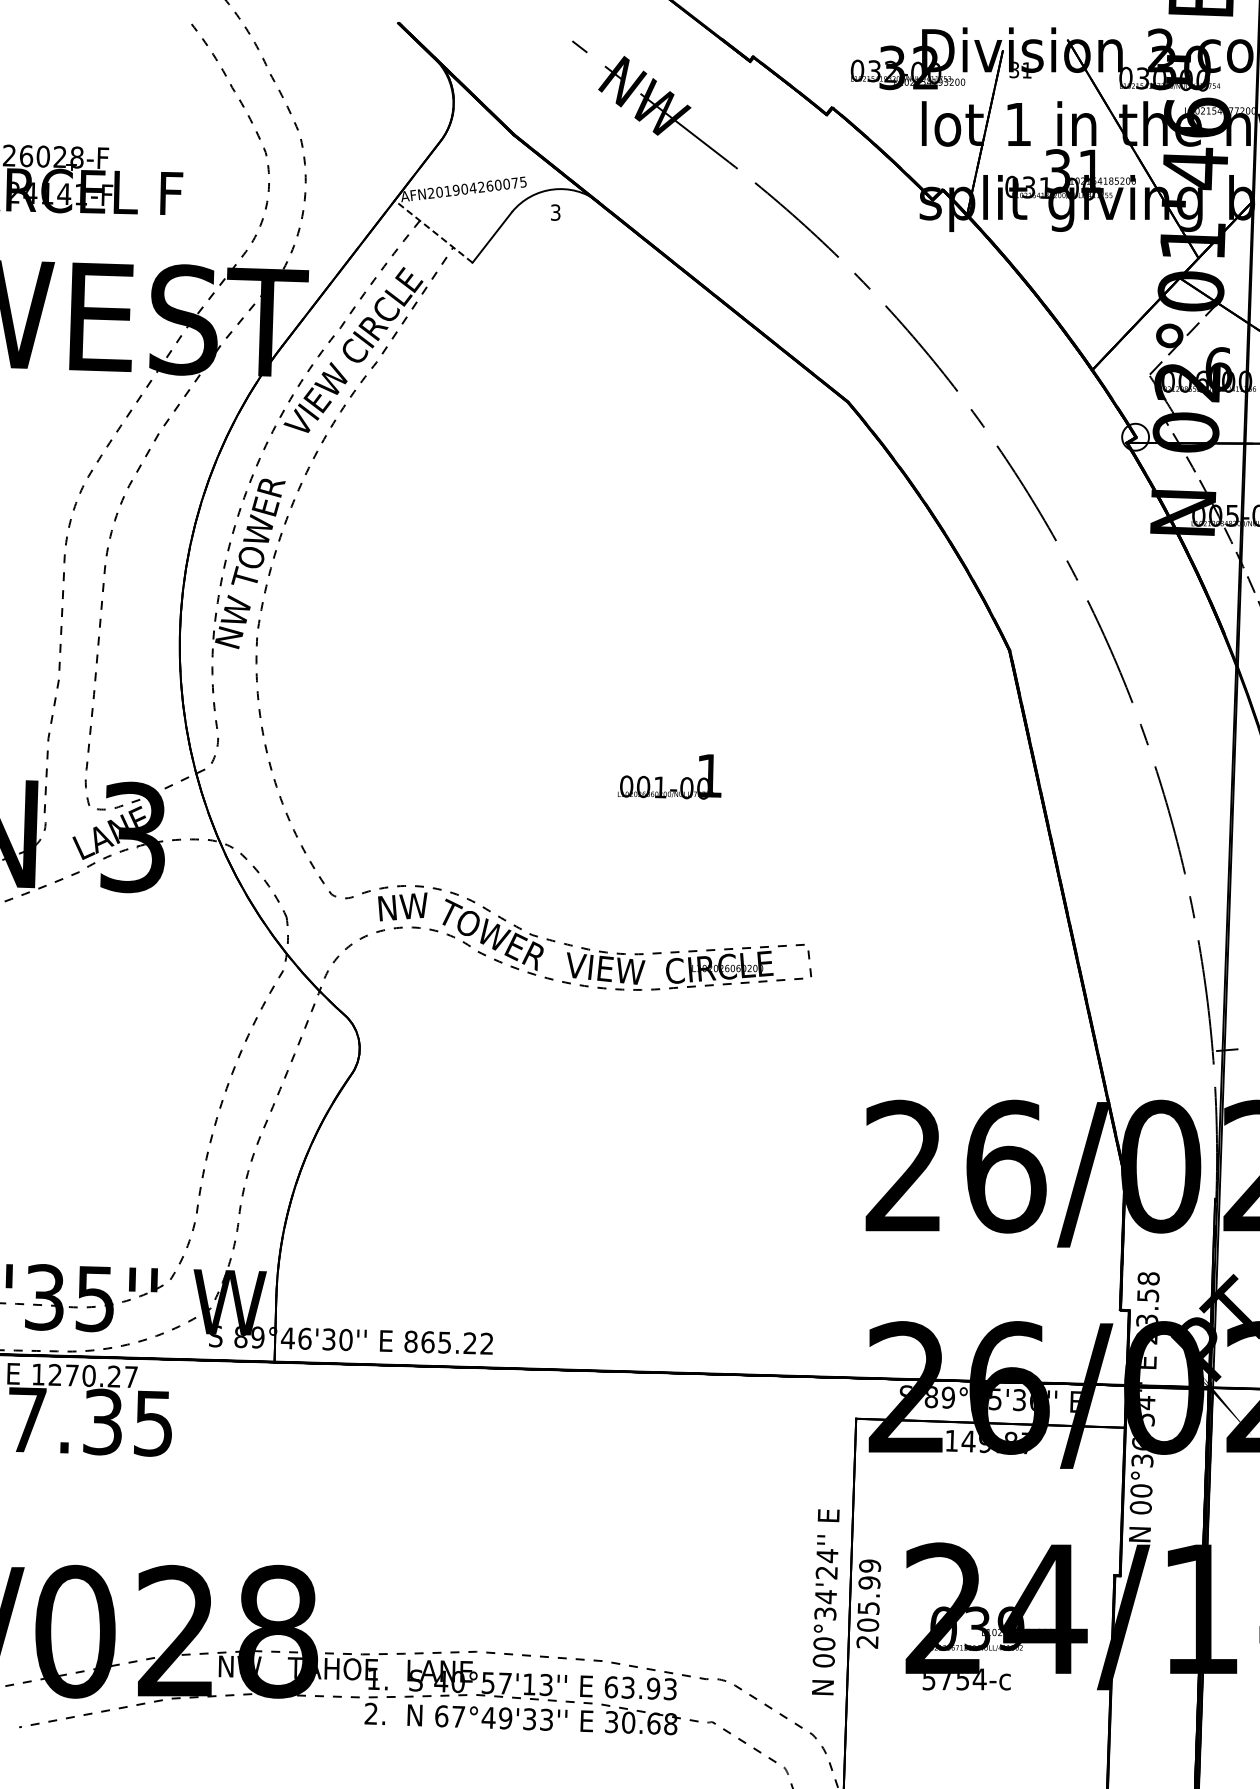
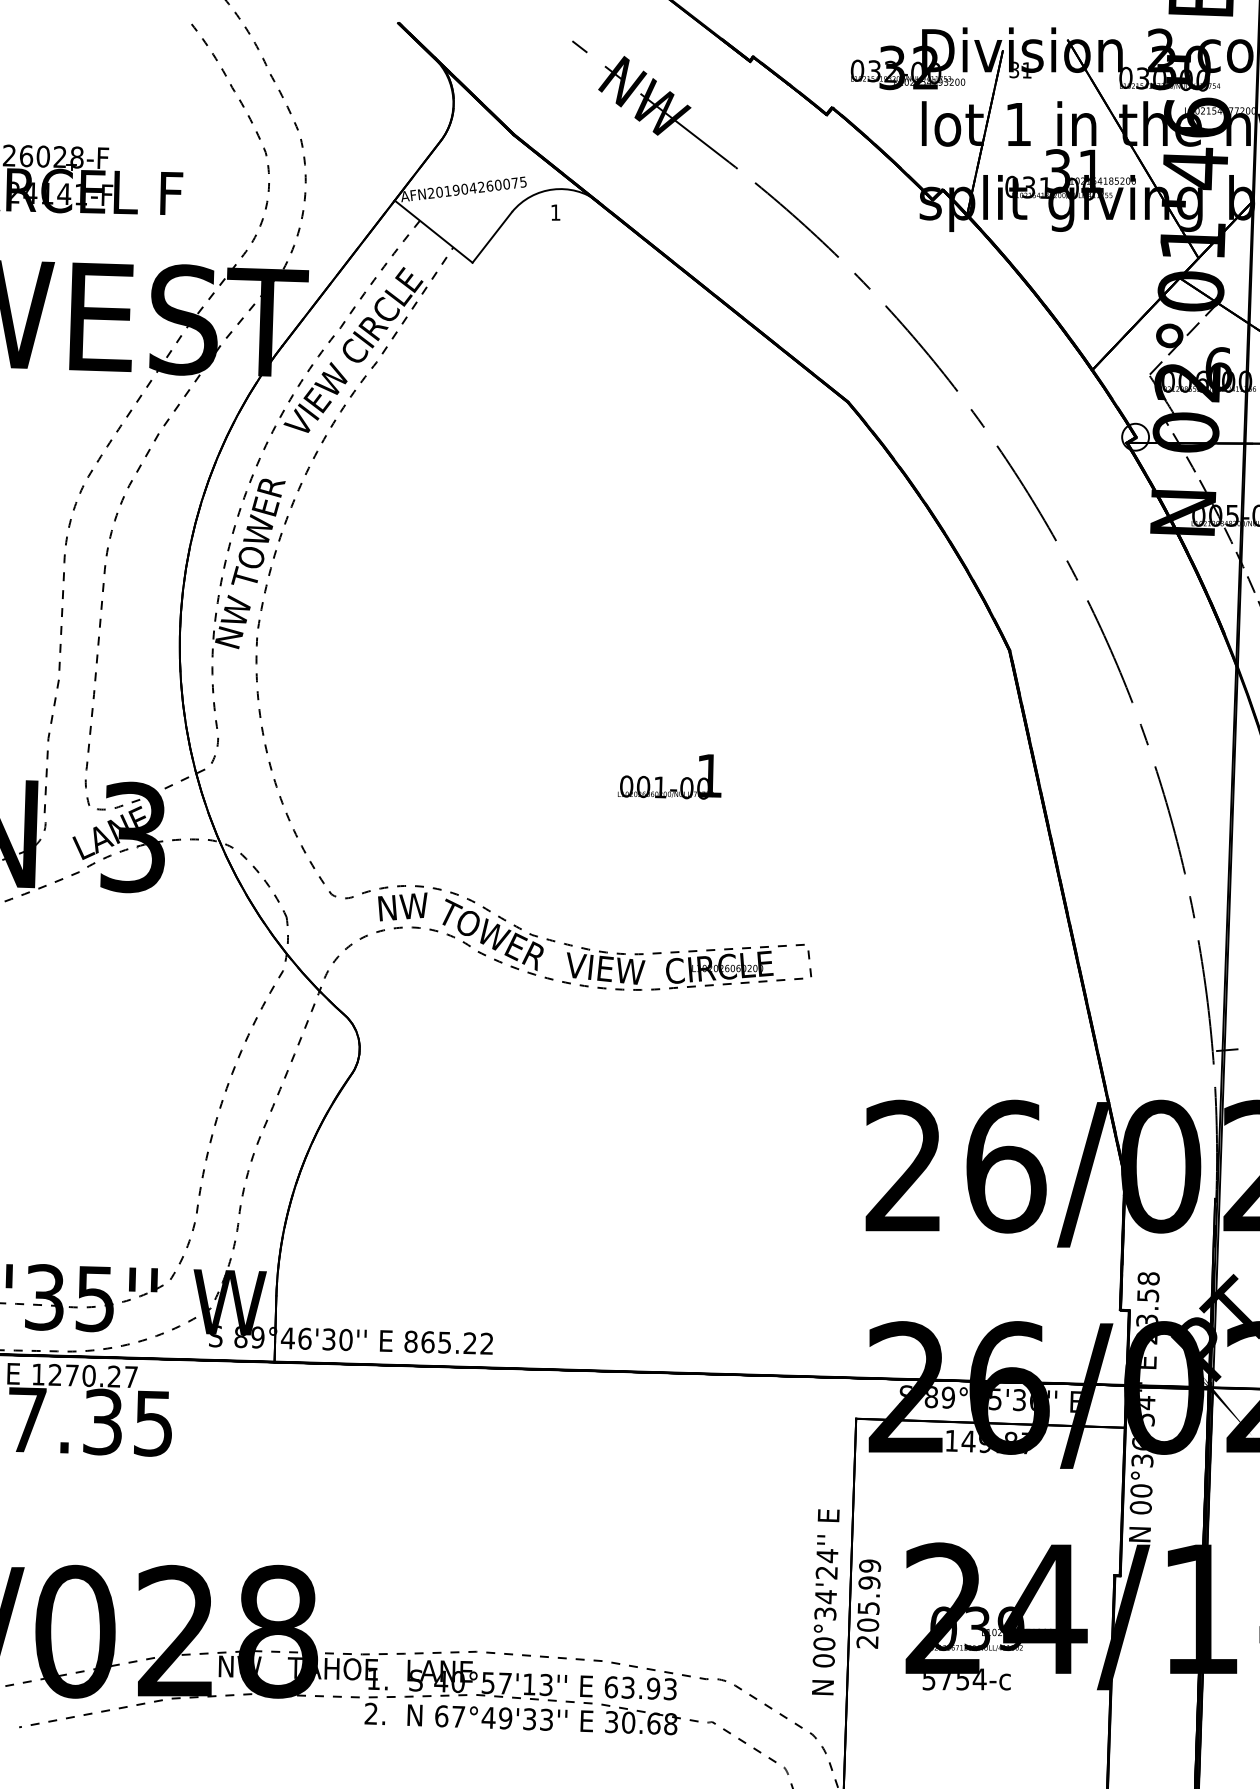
text at (555, 212): 3 -> 1
line at (433, 231): dashed -> solid
